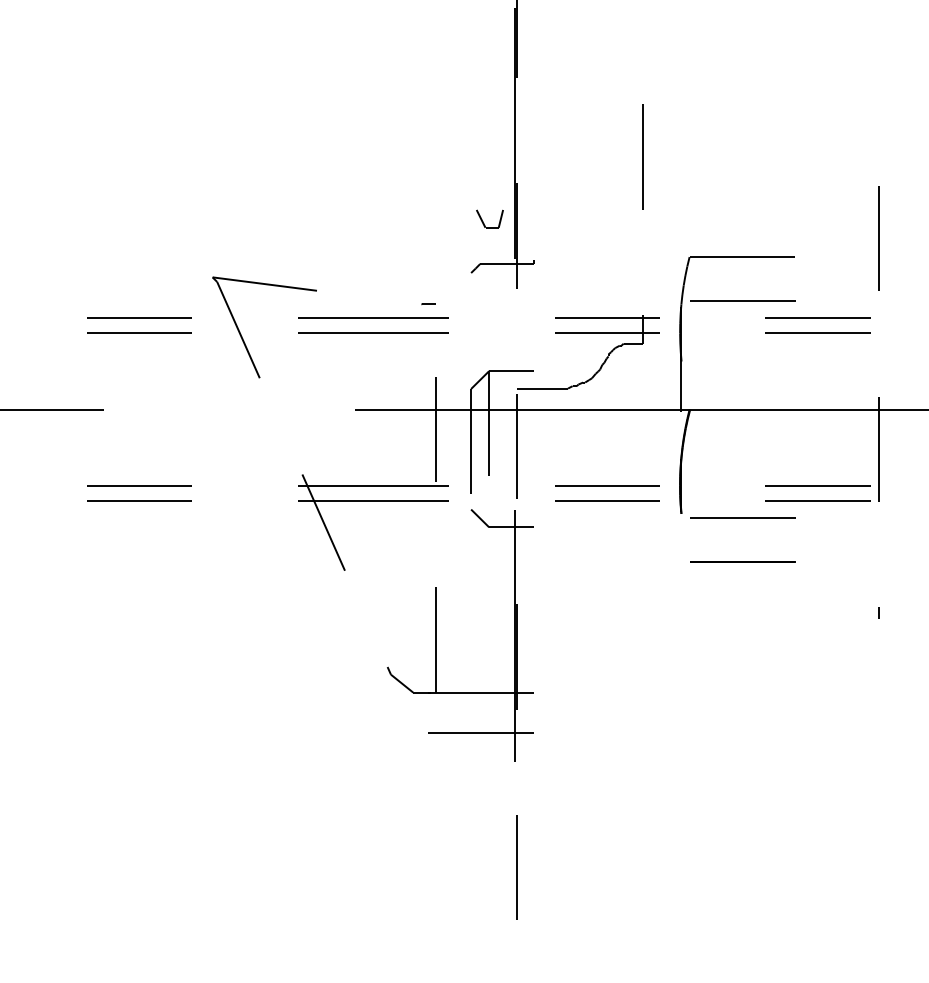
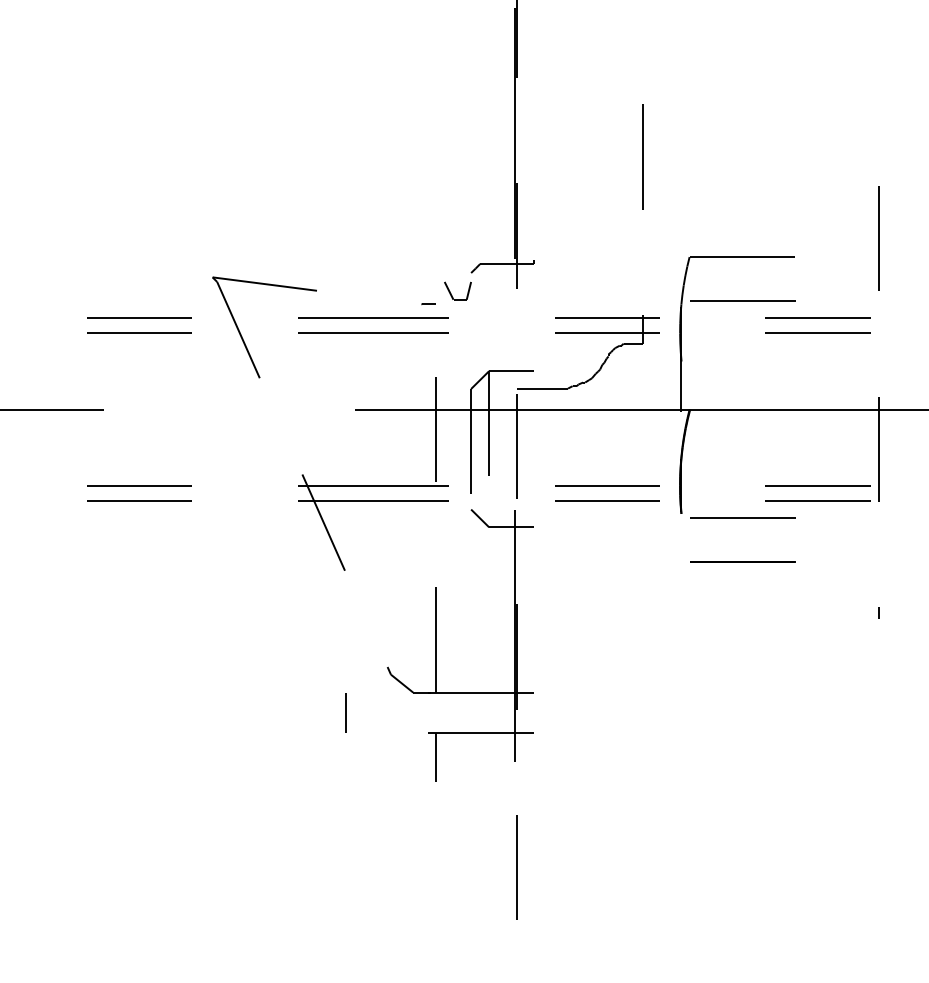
part at (483, 221) position: (483, 221) -> (451, 293)
line at (346, 712): none -> present
line at (435, 756): none -> present
